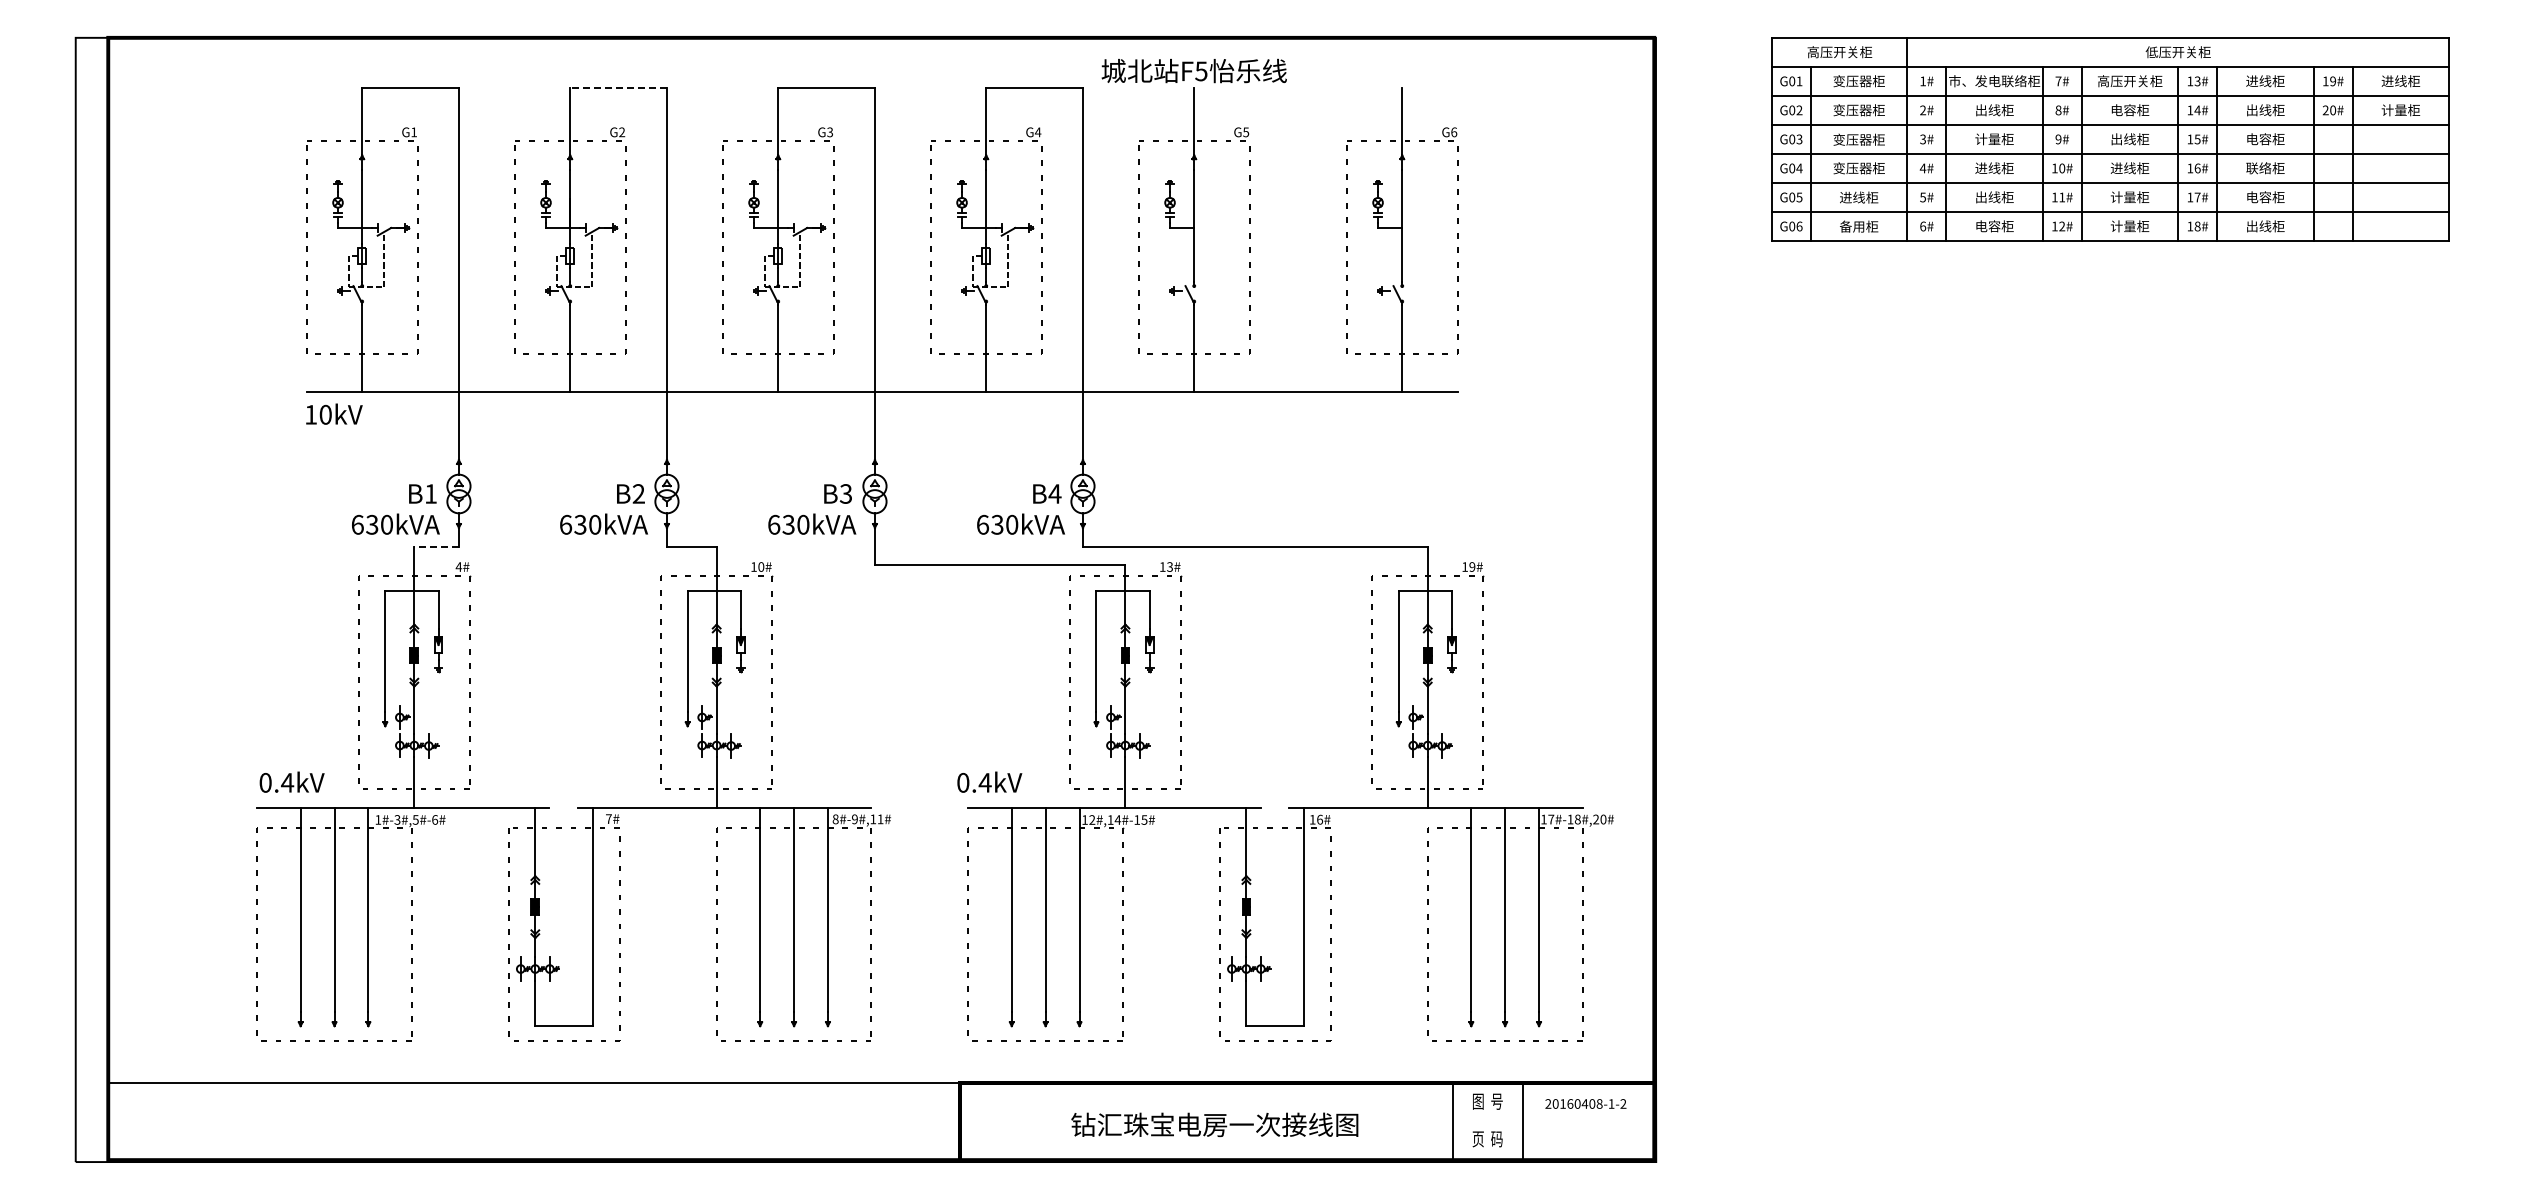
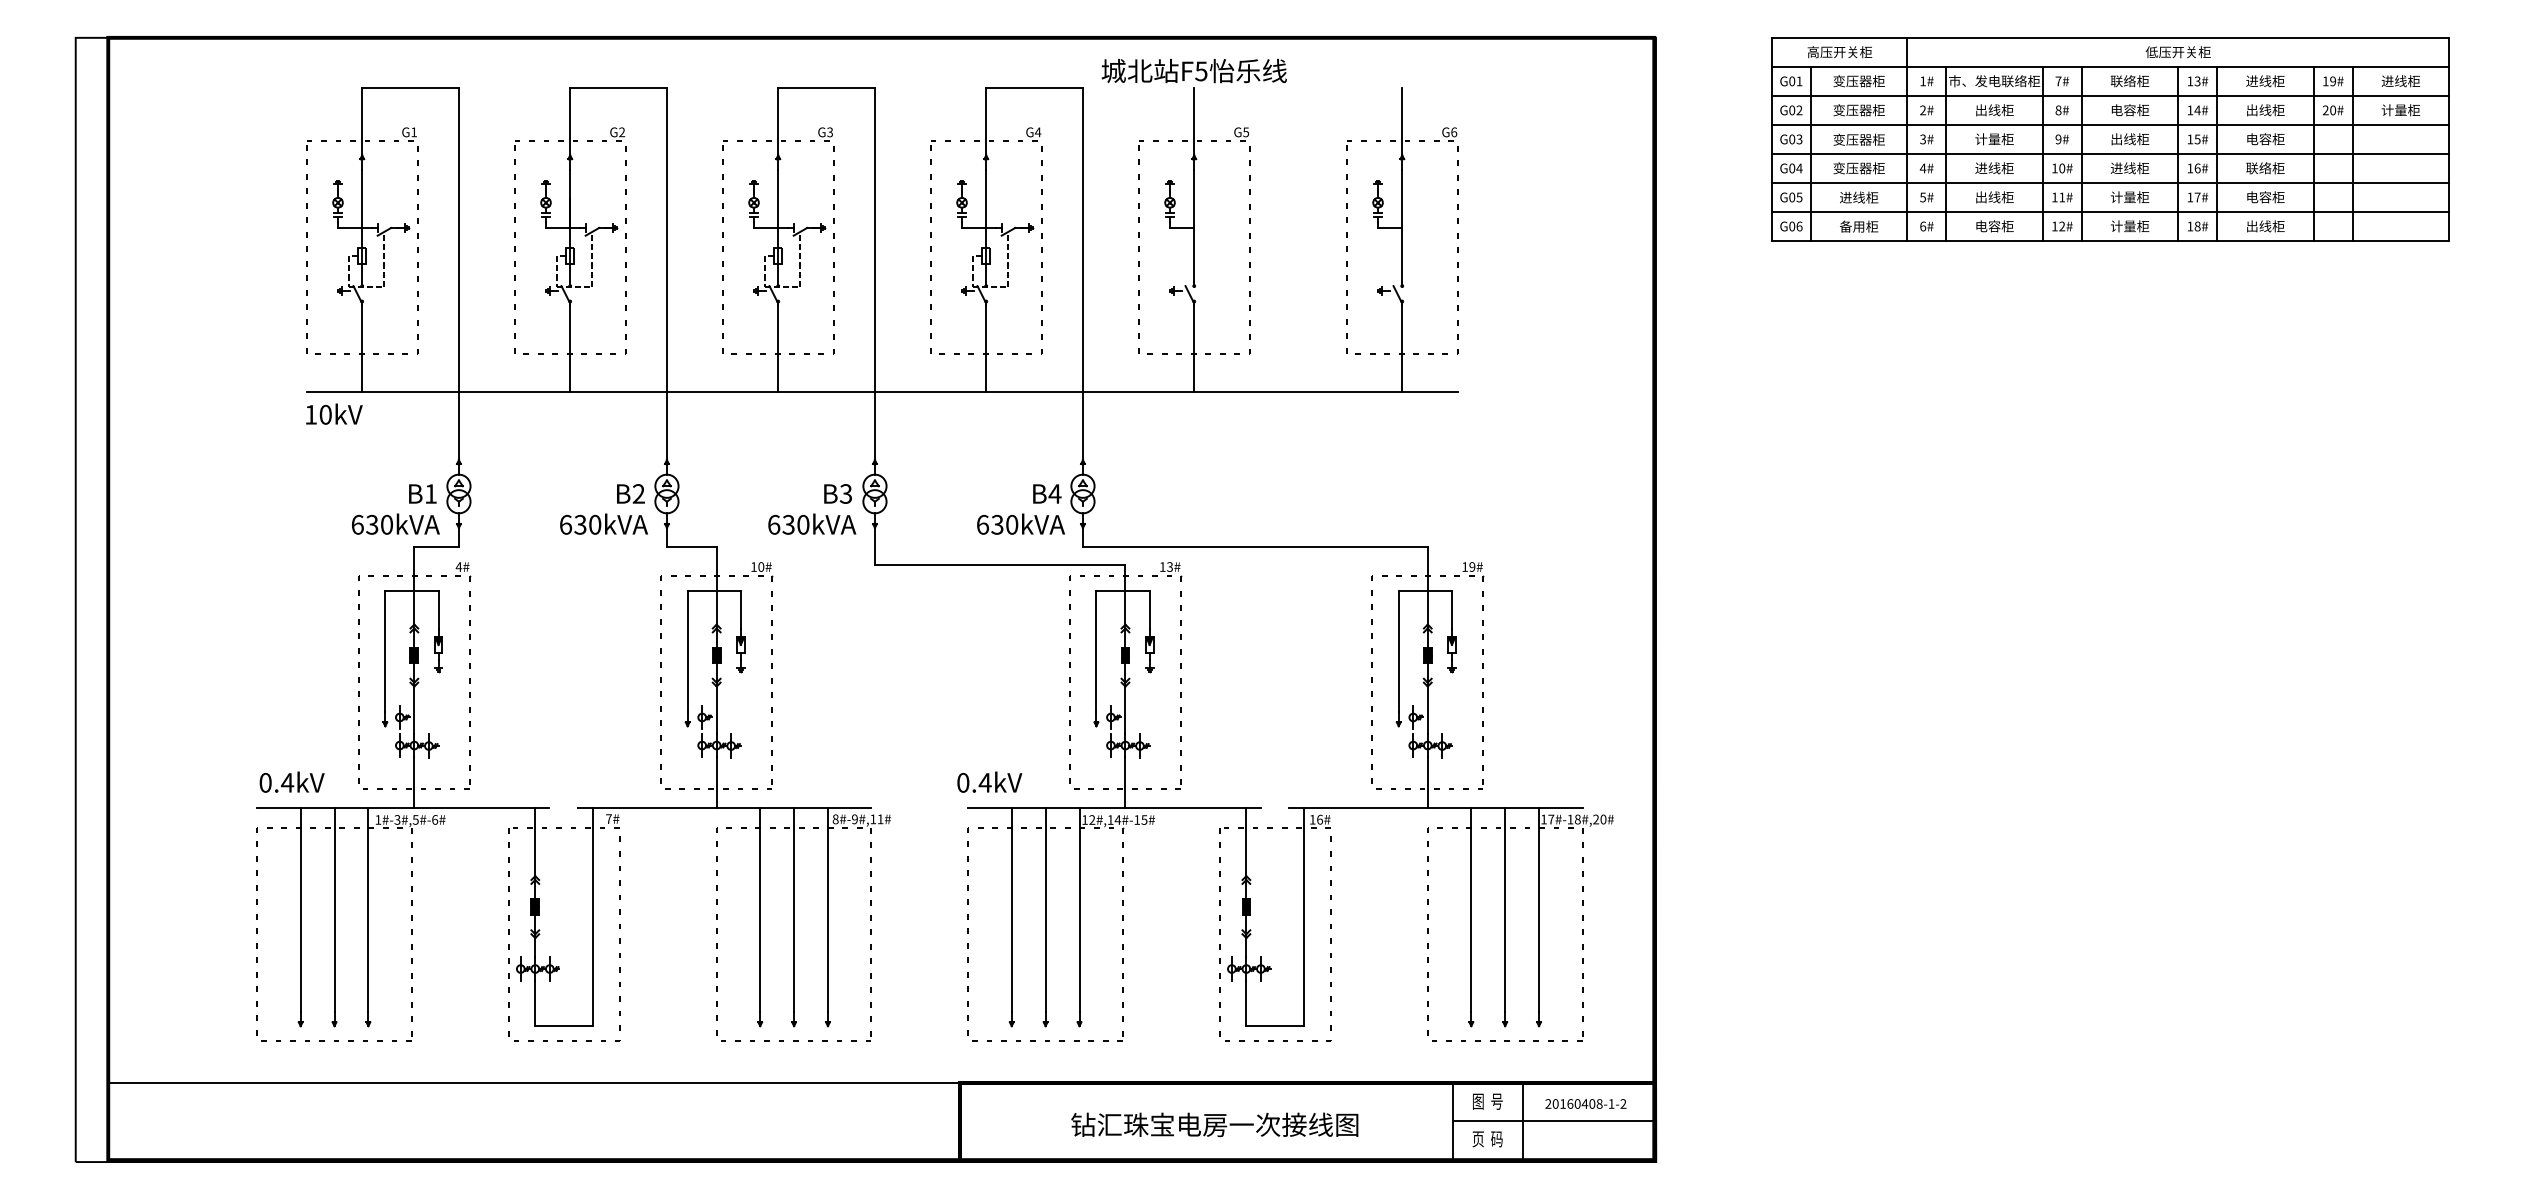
text at (2130, 81): 高压开关柜 -> 联络柜
line at (618, 87): dashed -> solid
line at (436, 547): dashed -> solid
line at (1554, 1121): none -> present
